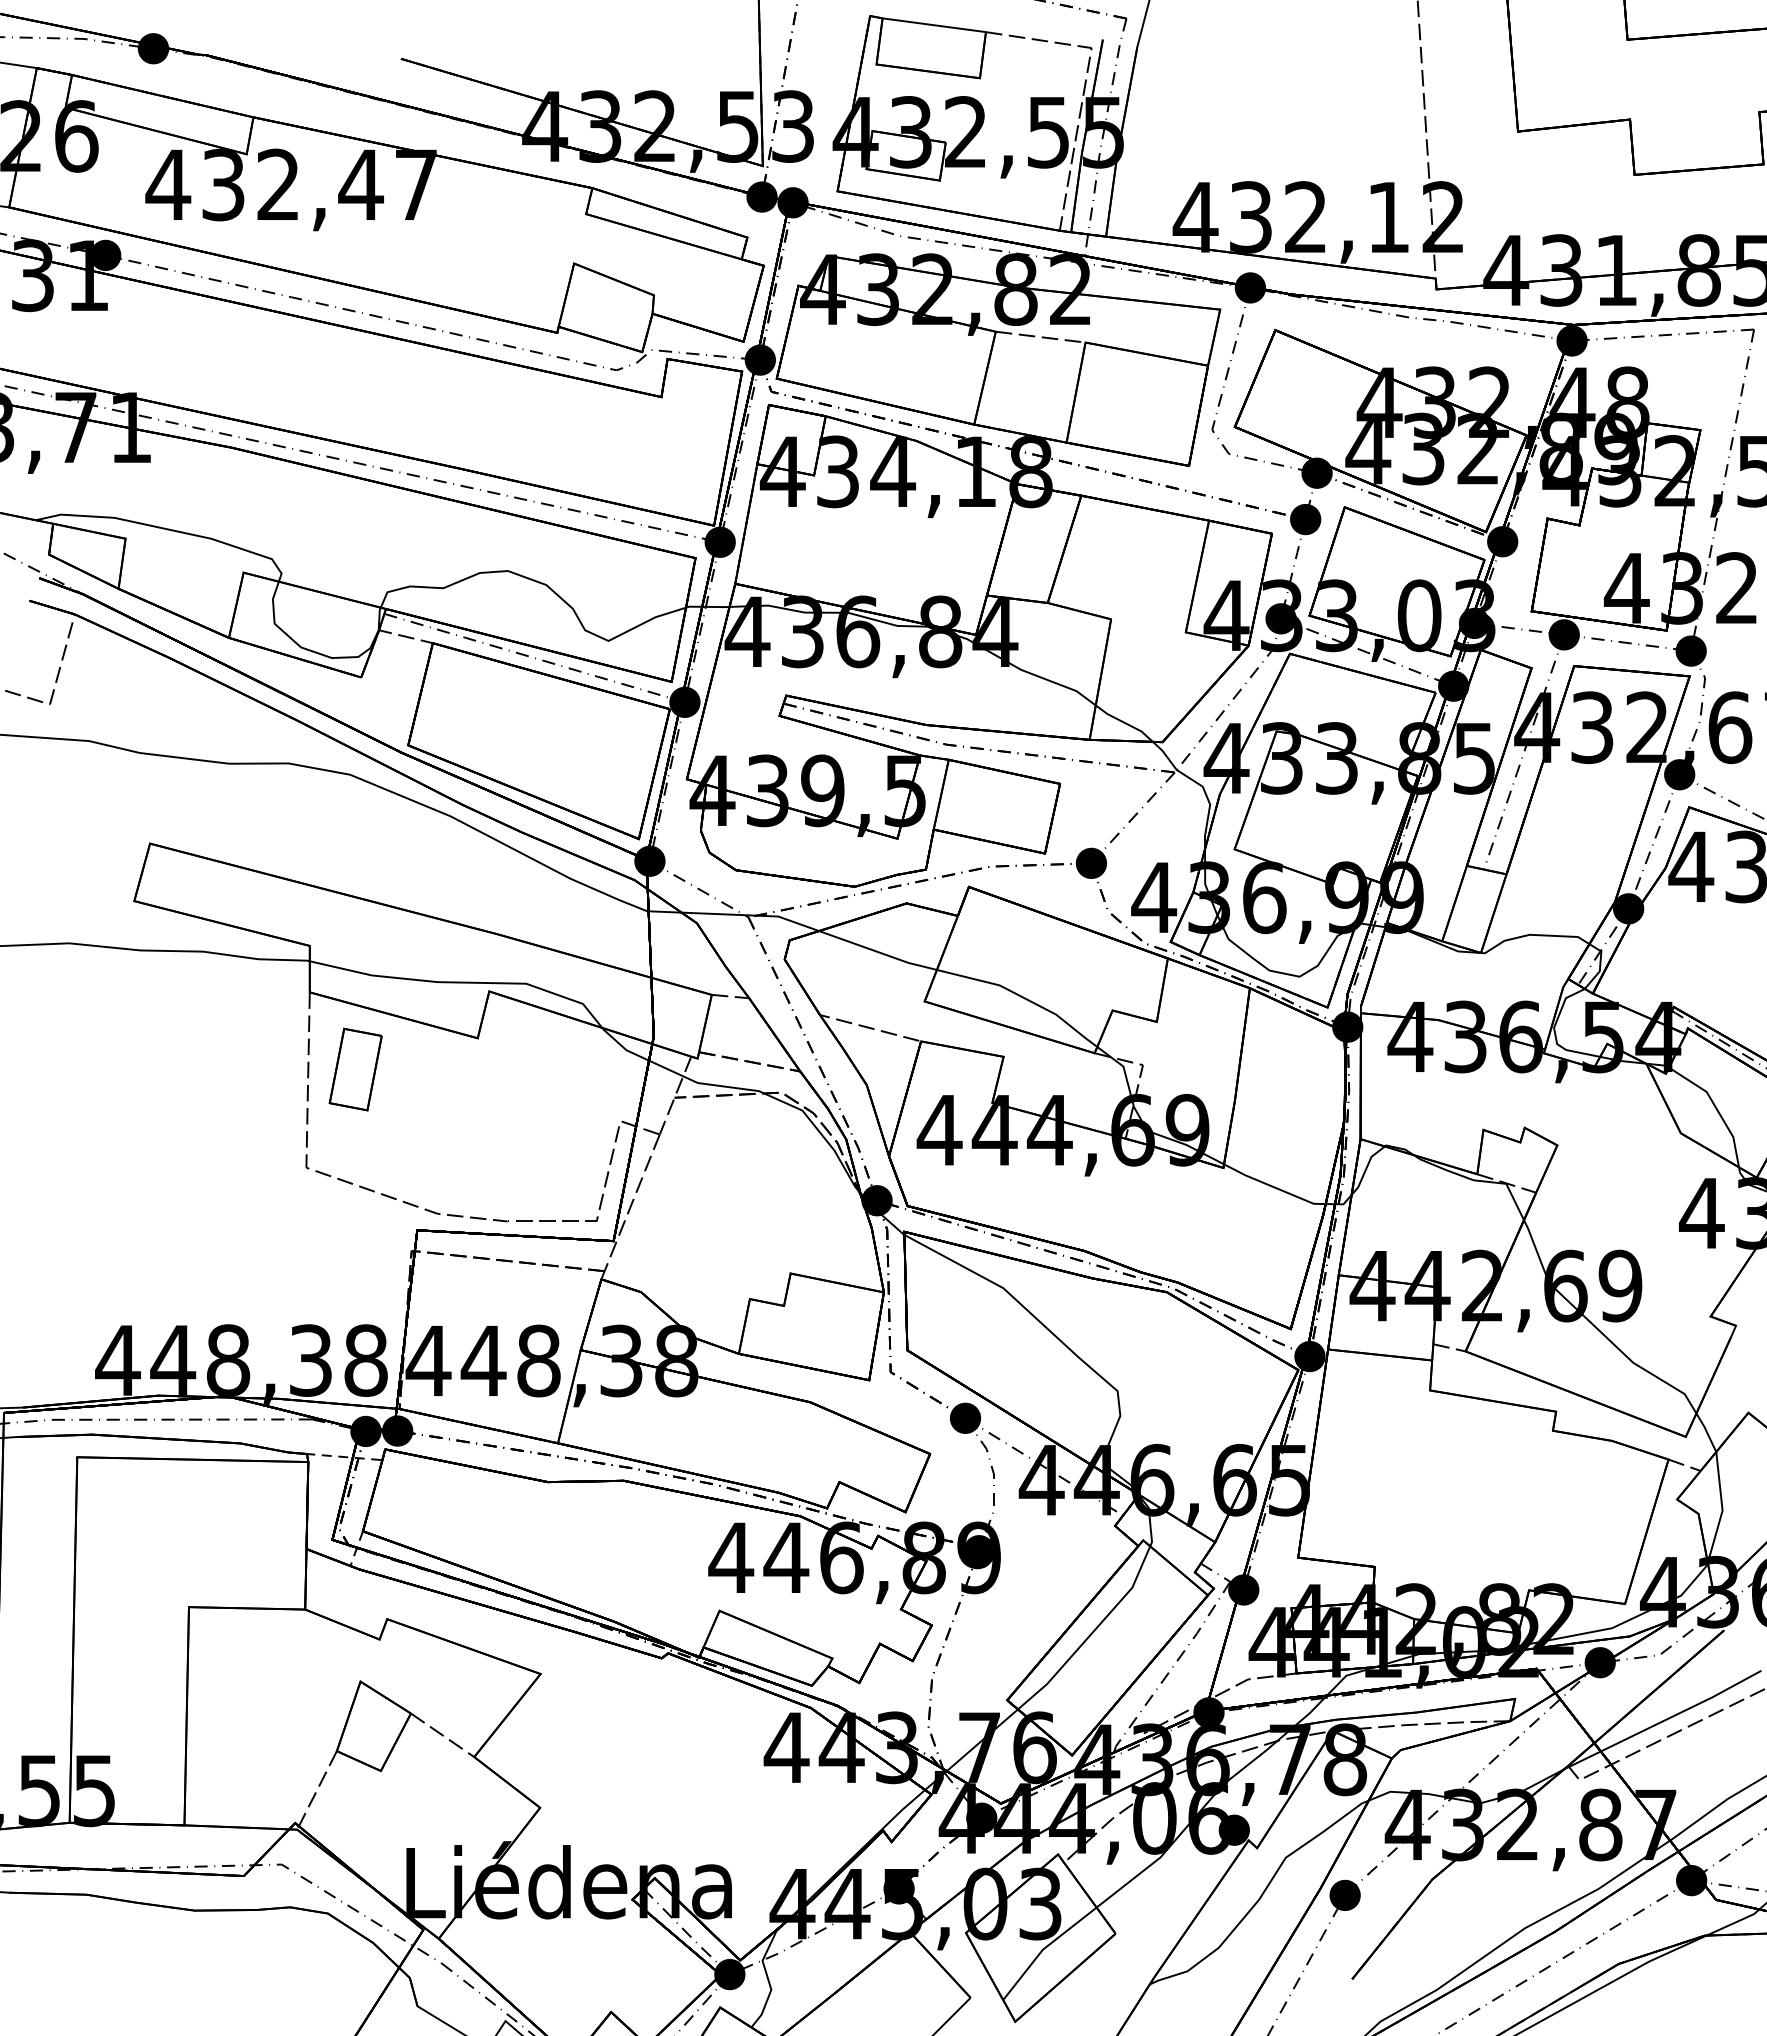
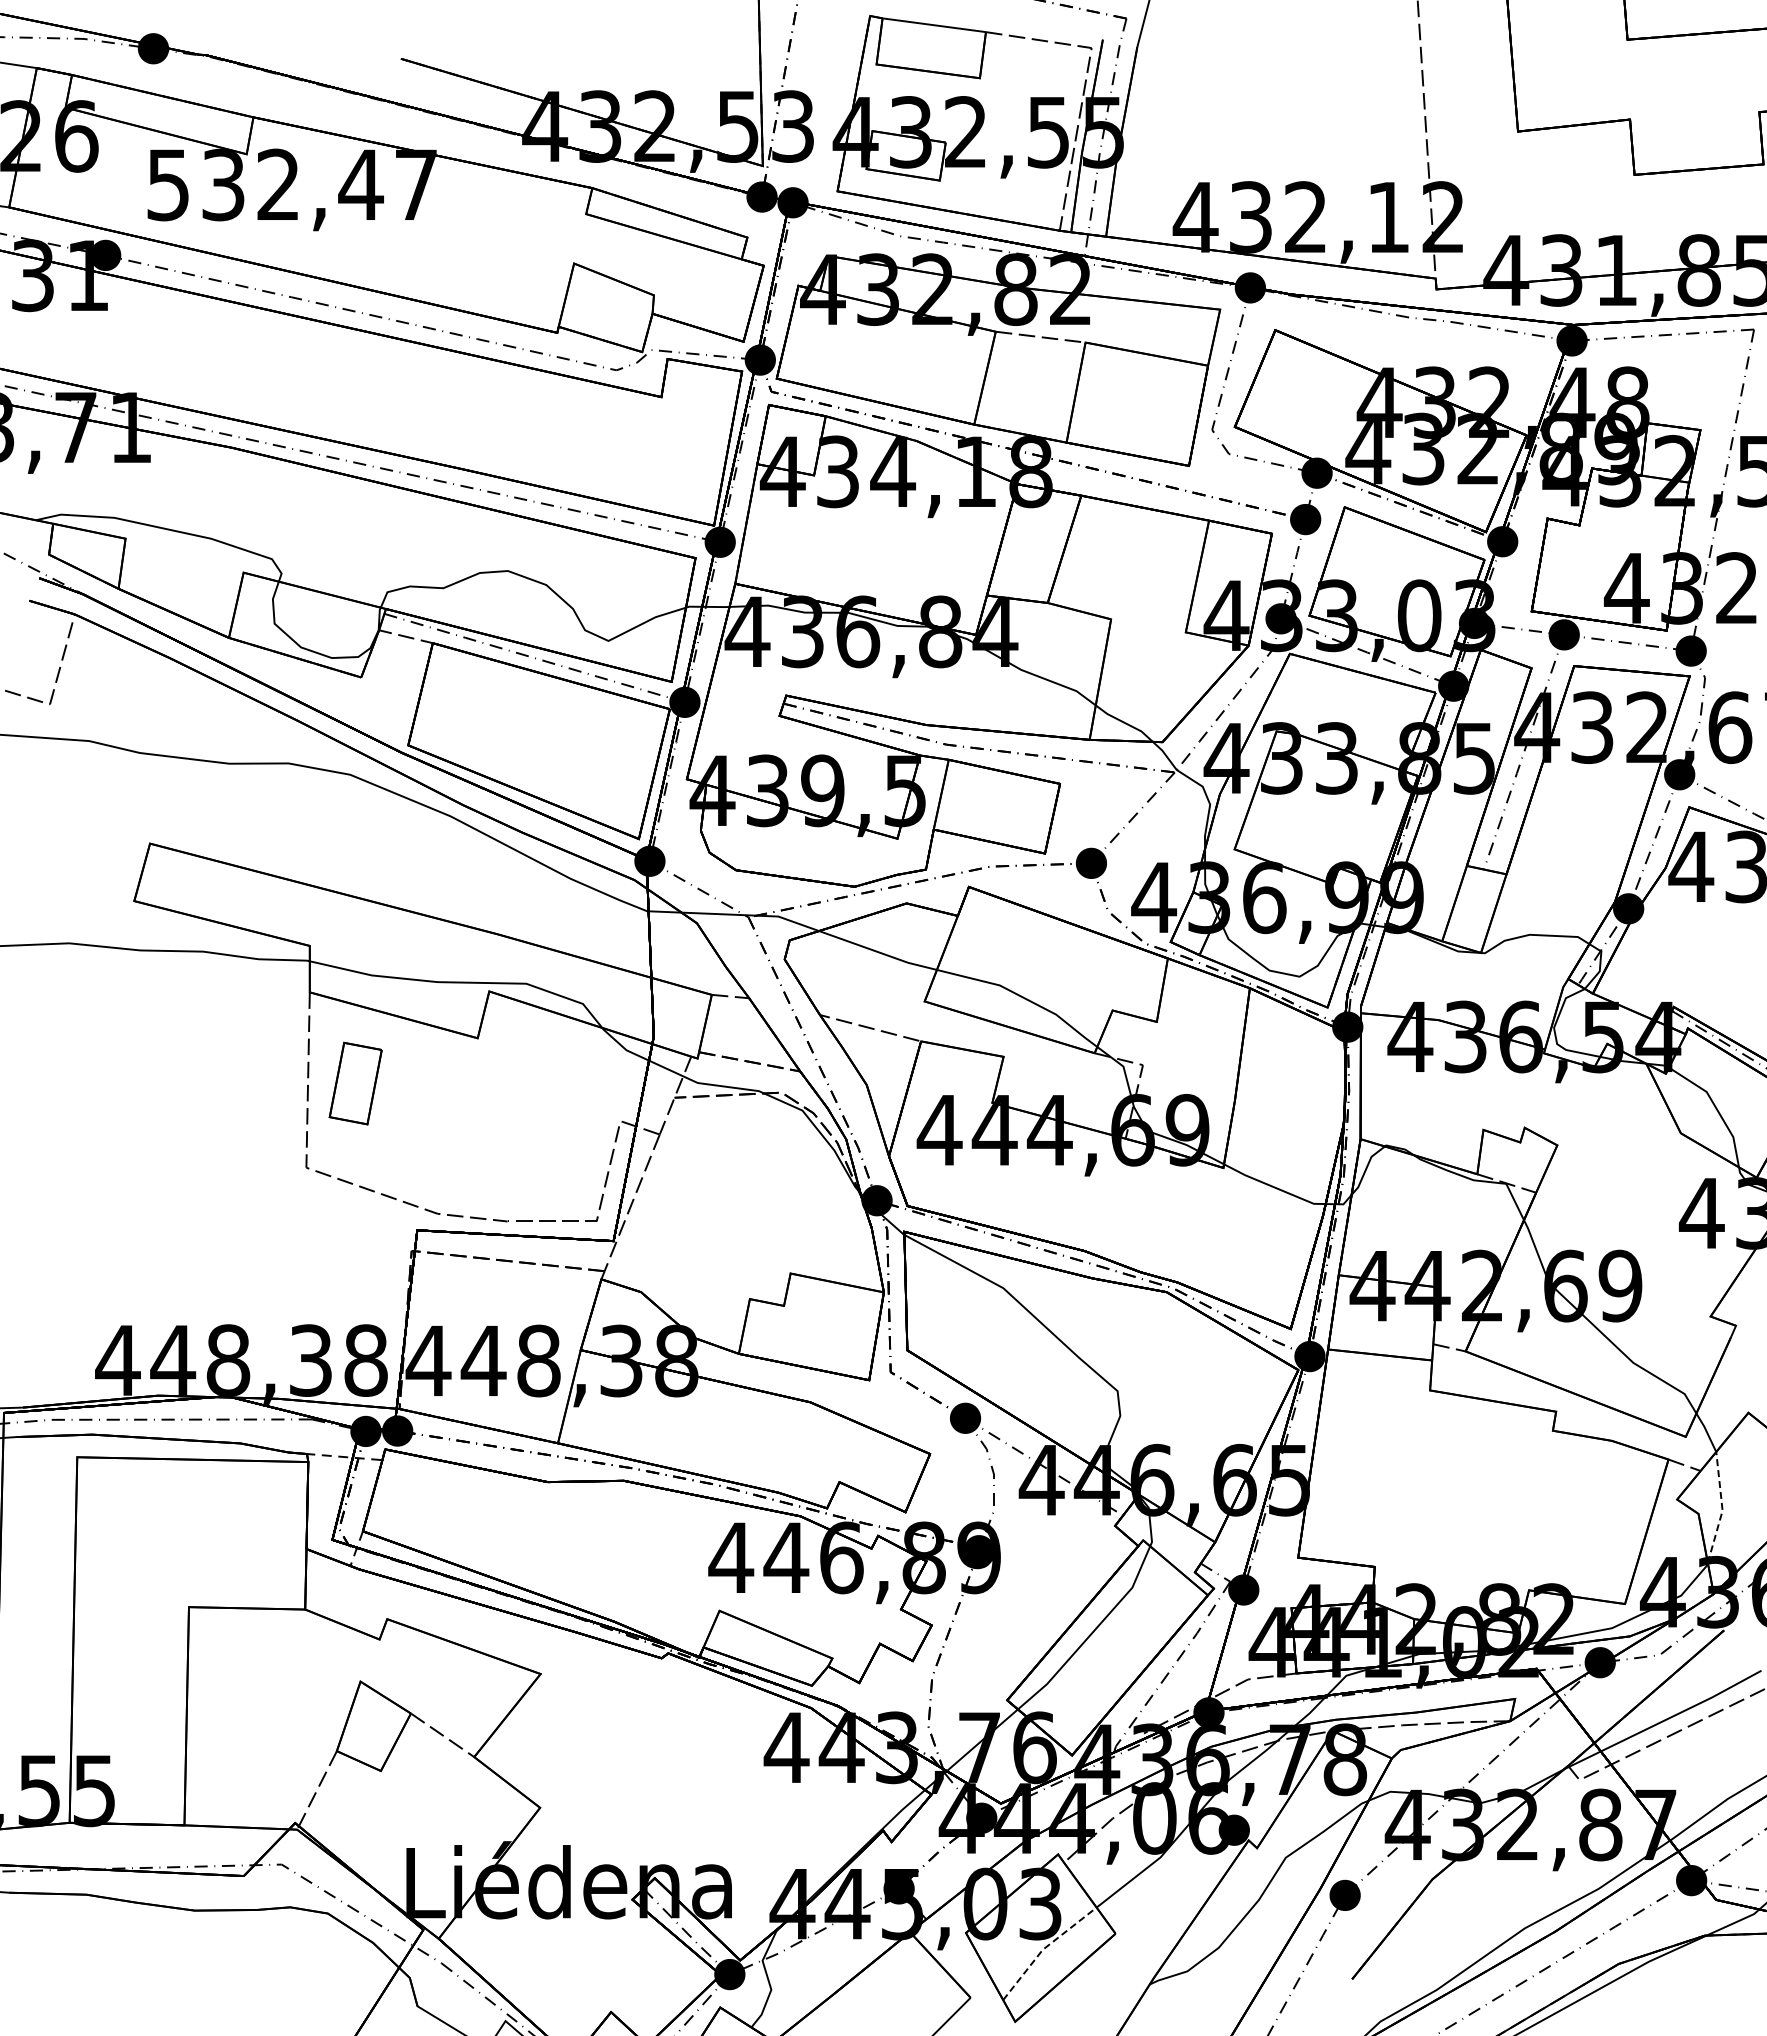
text at (168, 185): 432,47 -> 532,47
part at (355, 1069) position: (355, 1069) -> (355, 1083)
line at (1722, 1507): solid -> dashed
line at (1044, 1948): solid -> dashed
